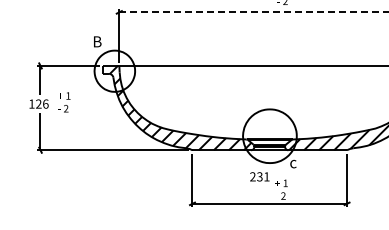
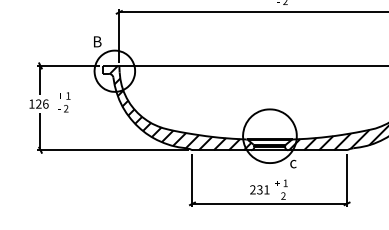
line at (254, 12): dashed -> solid
text at (259, 176) position: (259, 176) -> (259, 189)
